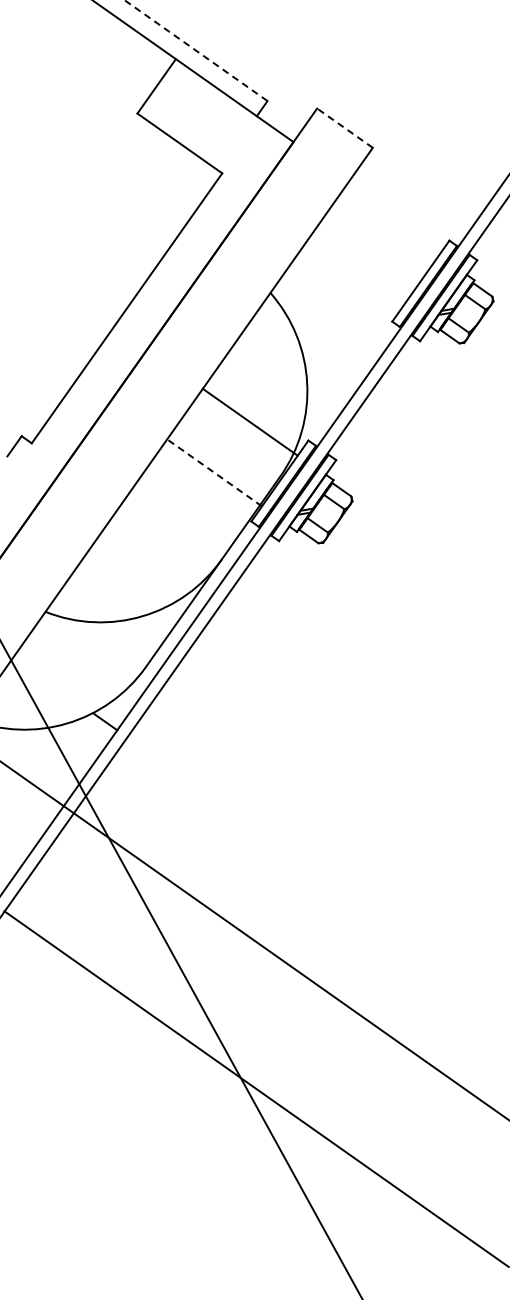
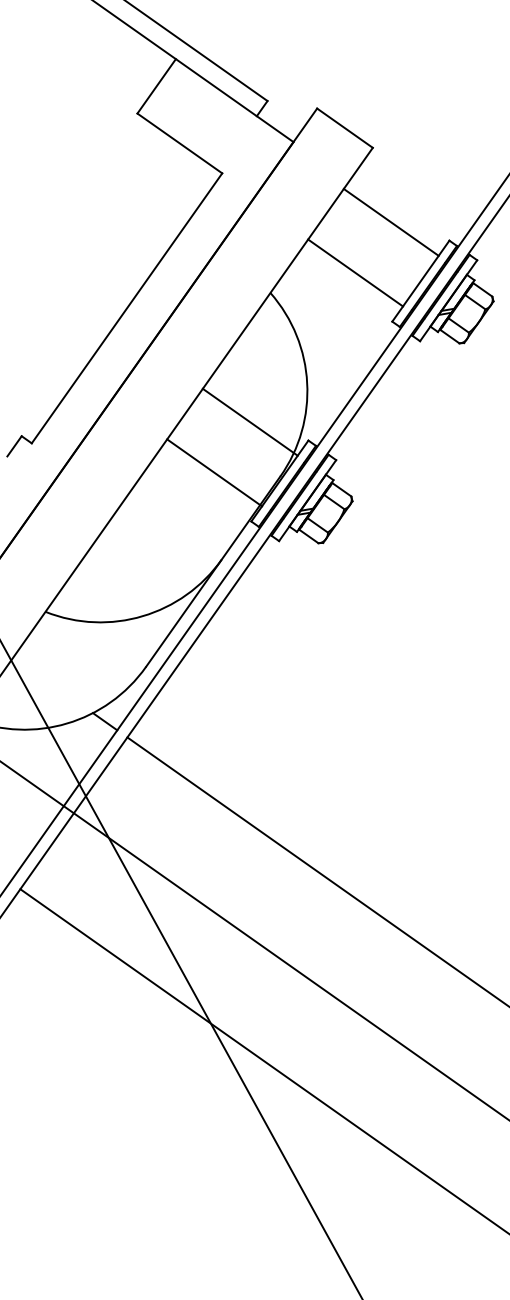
line at (195, 50): dashed -> solid
line at (344, 127): dashed -> solid
line at (390, 221): none -> present
line at (355, 272): none -> present
line at (214, 472): dashed -> solid
line at (316, 871): none -> present
line at (255, 1088) position: (255, 1088) -> (263, 1060)
